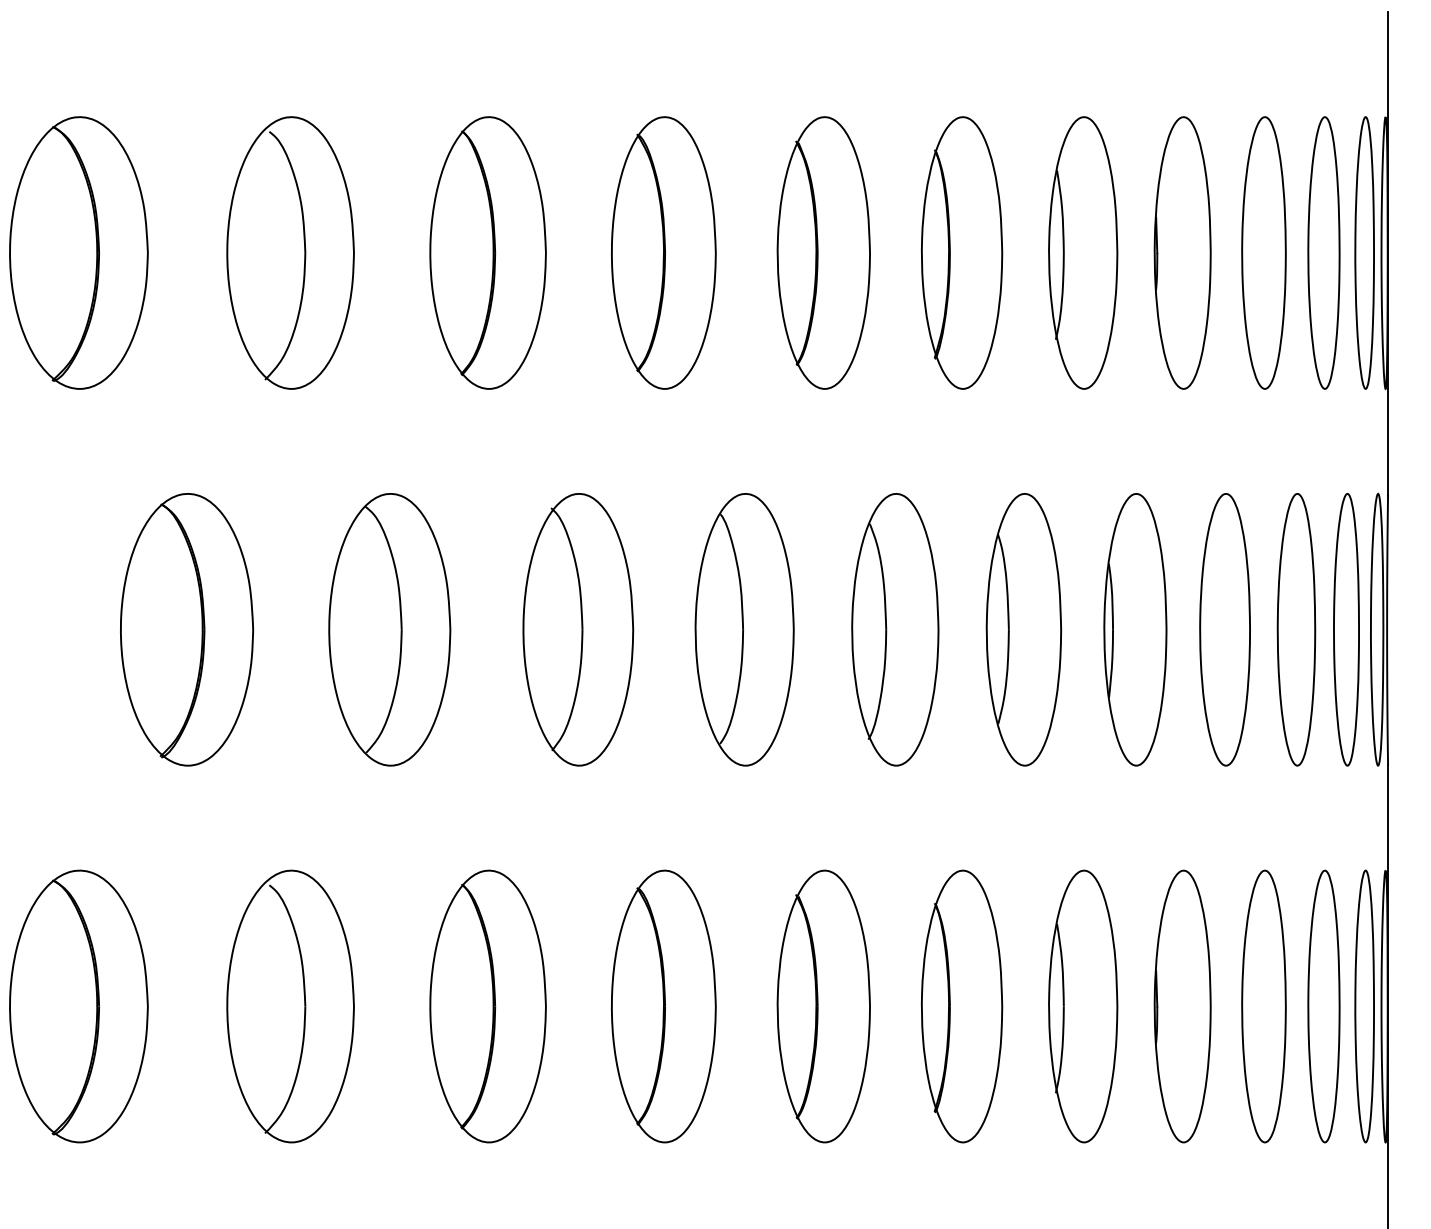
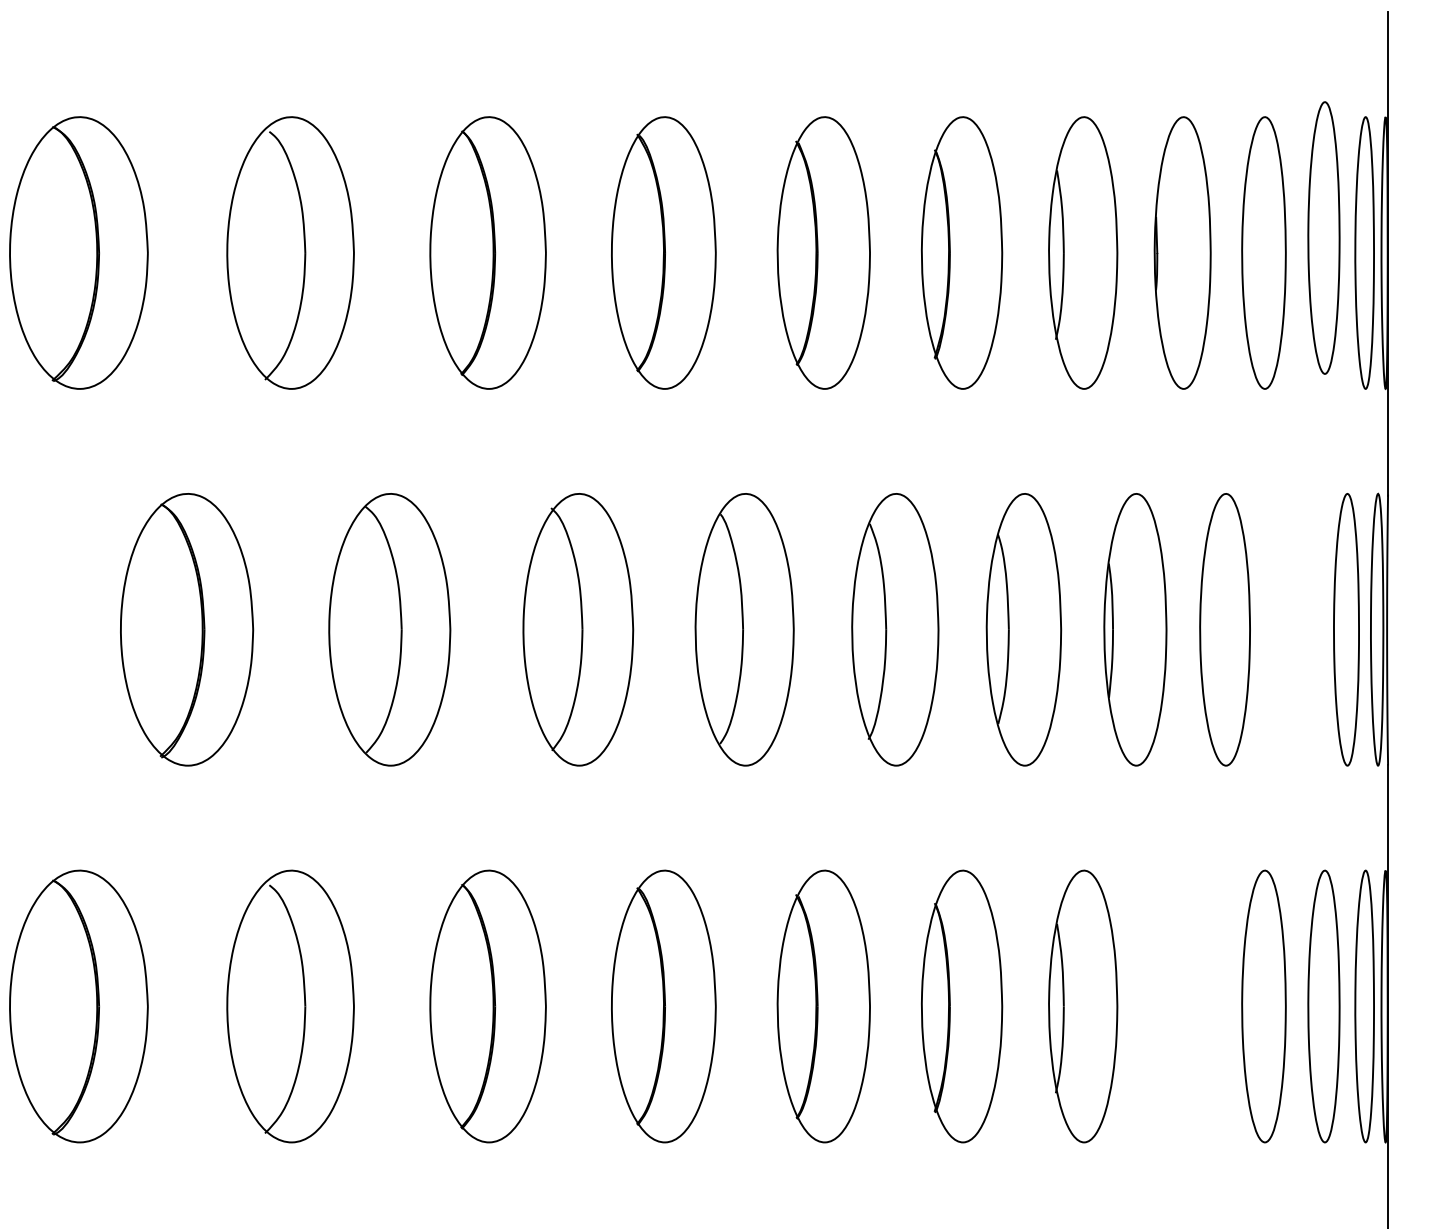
part at (1323, 252) position: (1323, 252) -> (1323, 237)
part at (1296, 629): present -> none
part at (1182, 1006): present -> none
